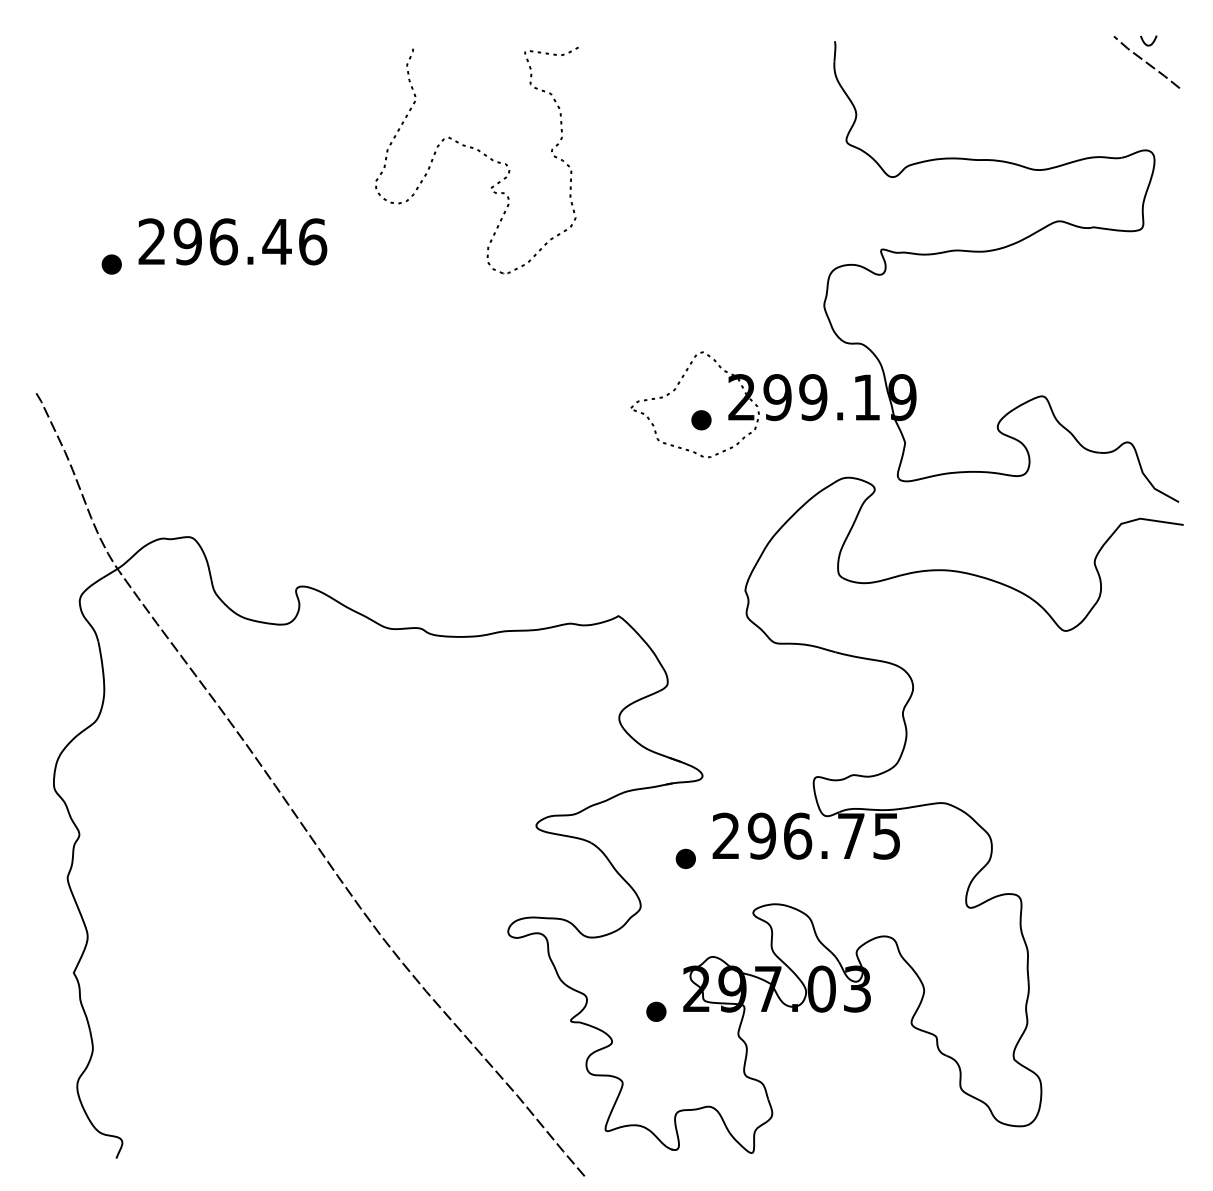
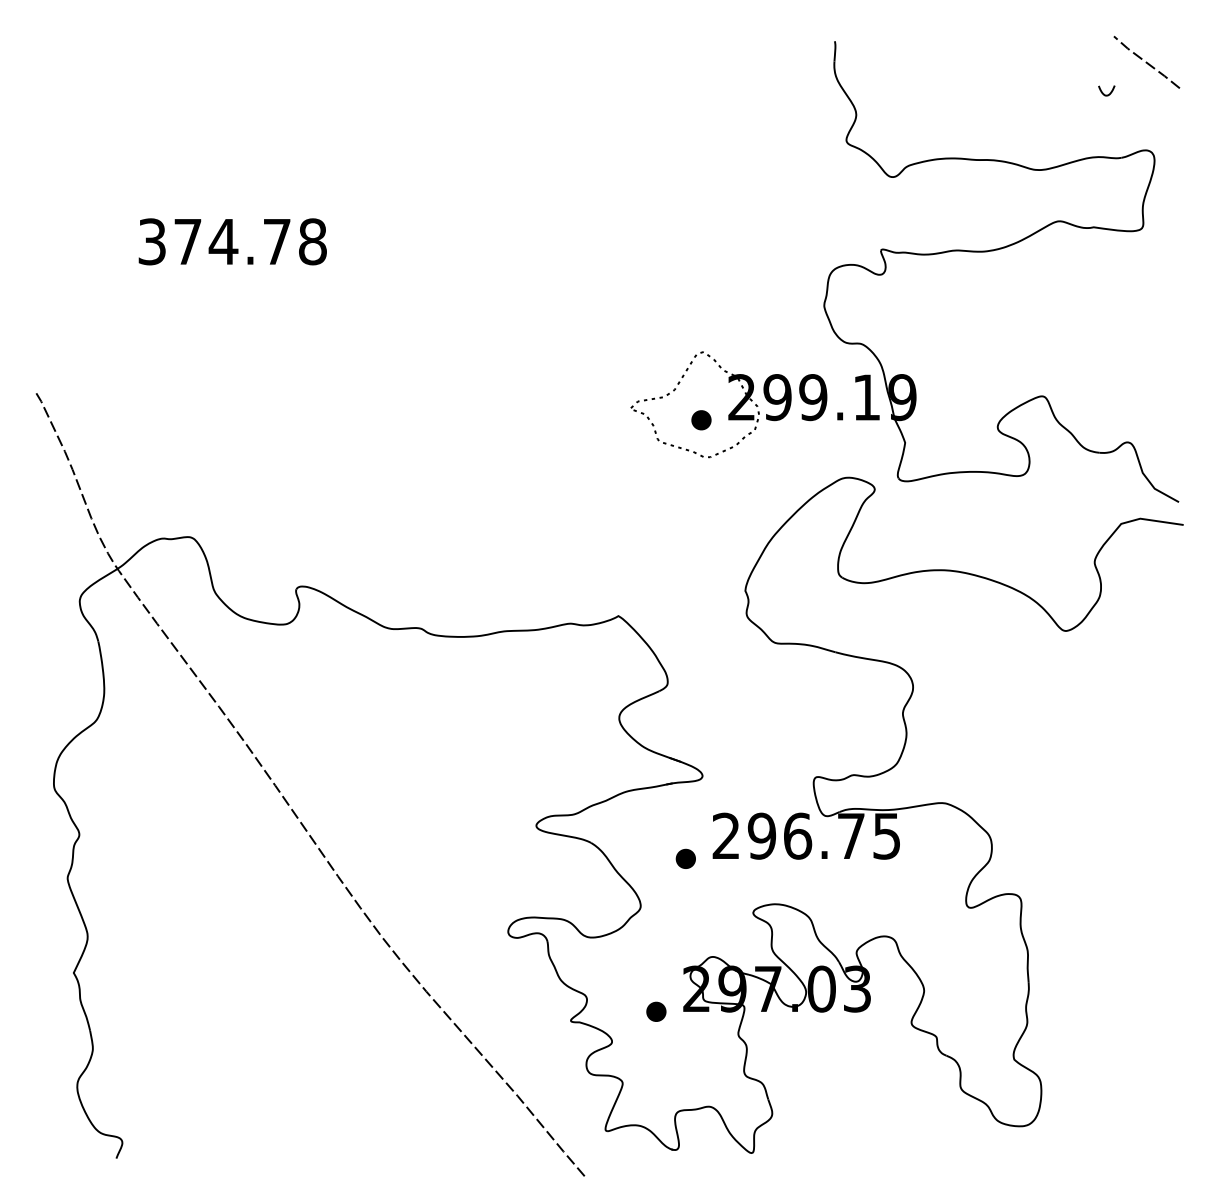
curve at (1145, 42) position: (1145, 42) -> (1103, 92)
curve at (479, 152): present -> none
text at (232, 241): 296.46 -> 374.78
part at (111, 264): present -> none
